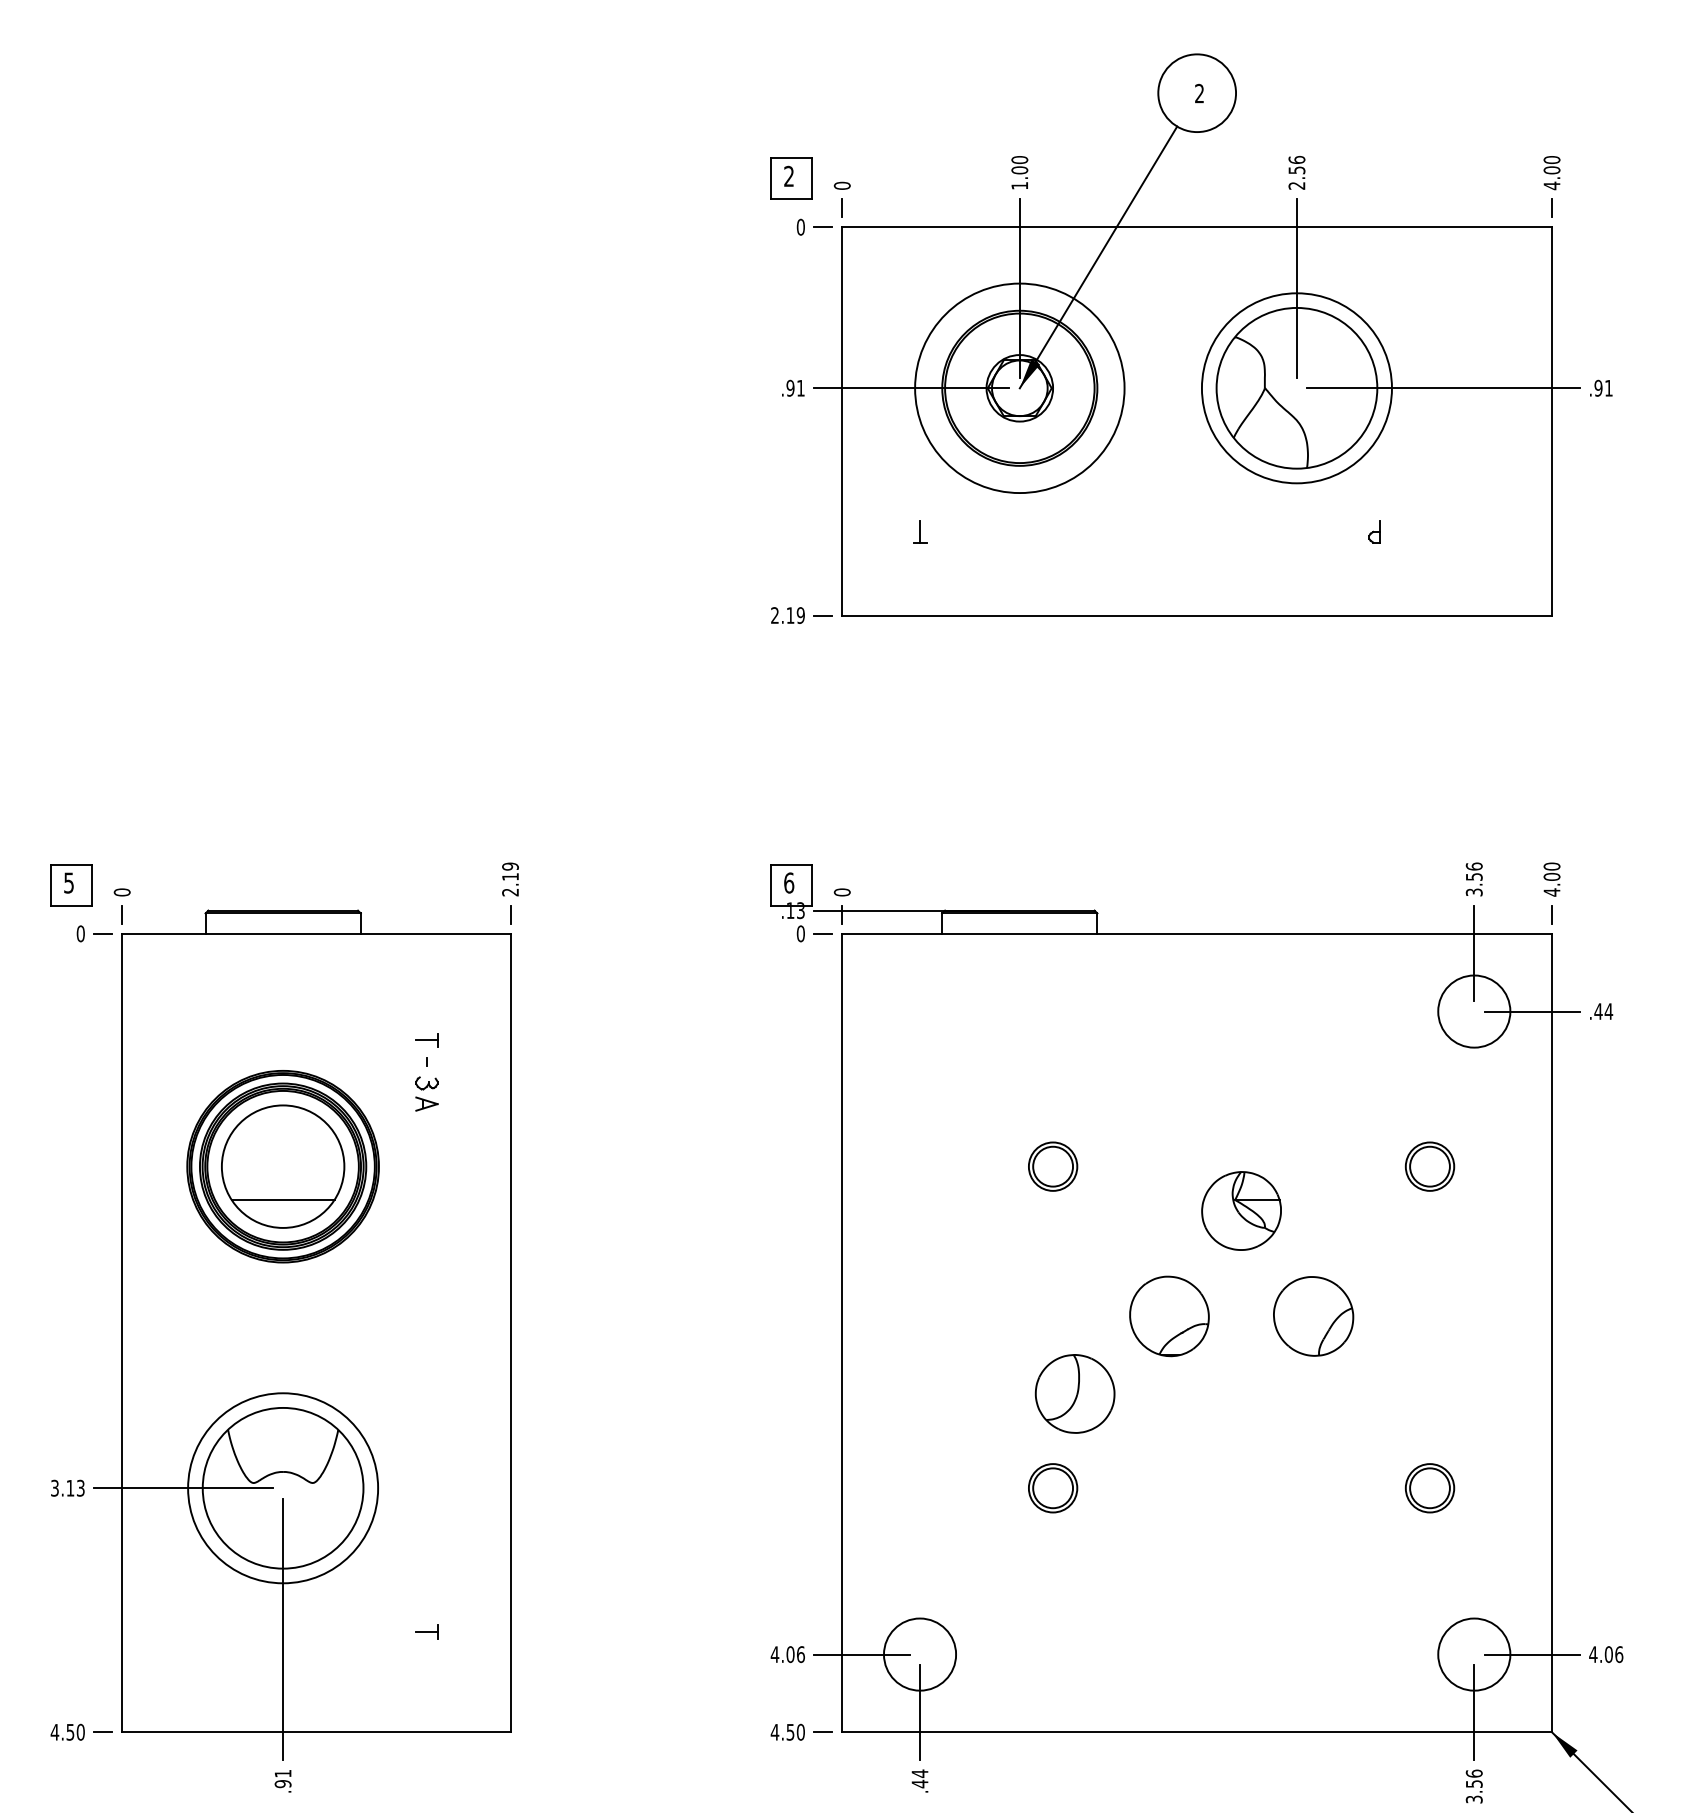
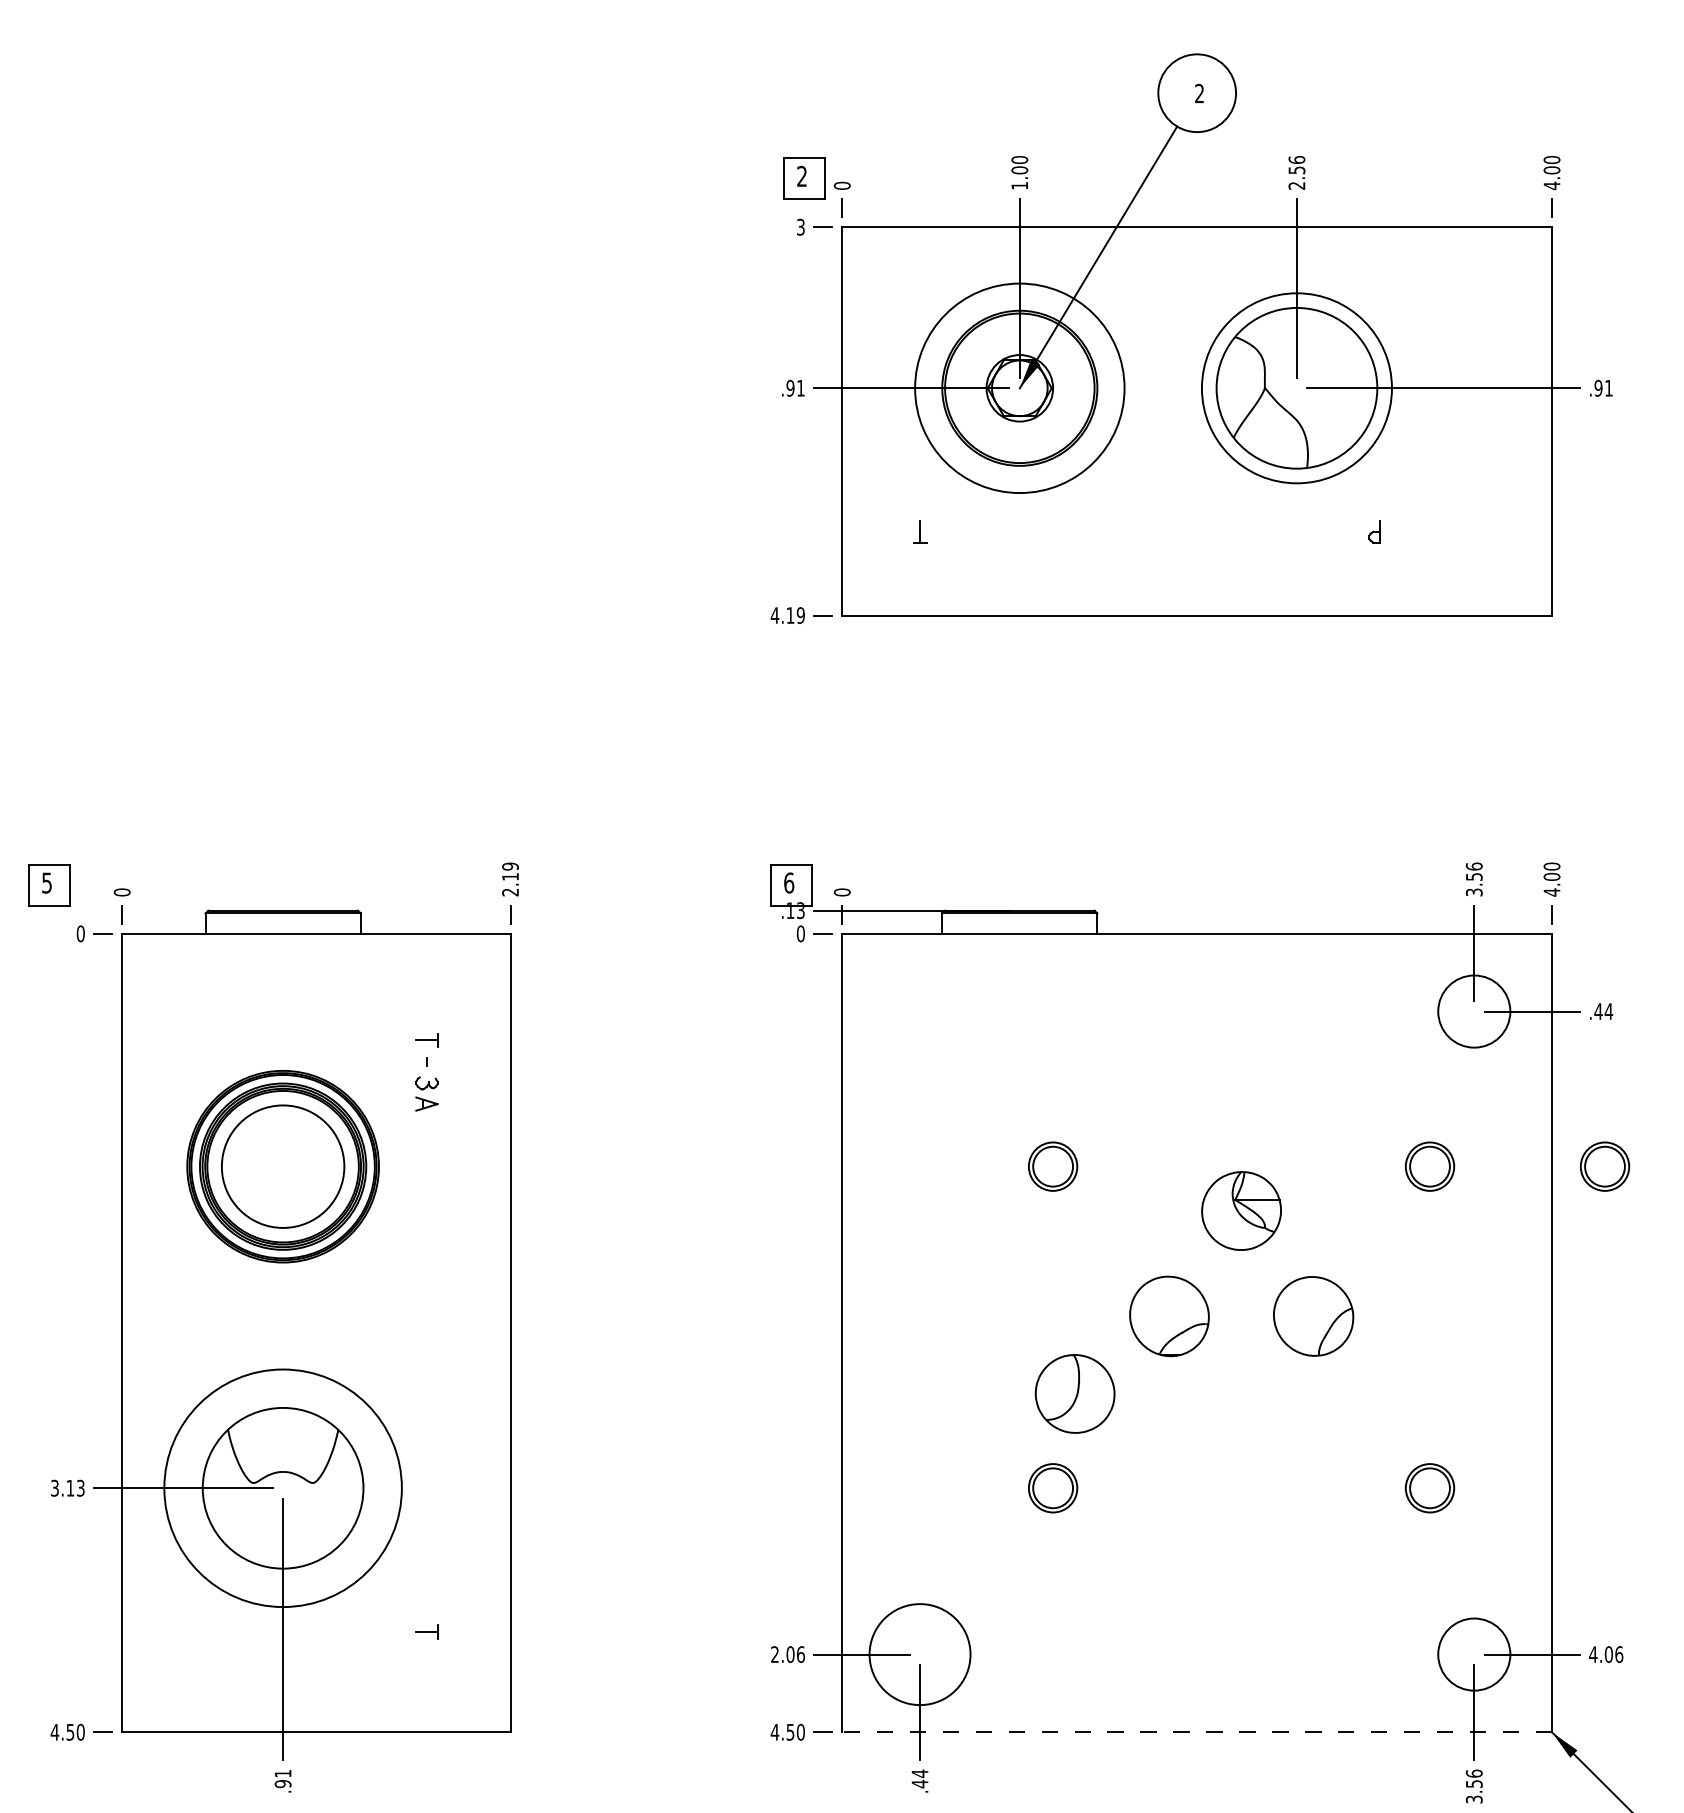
part at (791, 178) position: (791, 178) -> (804, 178)
text at (800, 226): 0 -> 3
text at (774, 615): 2.19 -> 4.19
part at (71, 885) position: (71, 885) -> (49, 885)
part at (1604, 1166): none -> present
line at (282, 1199): present -> none
circle at (283, 1488) diameter: 190 px -> 238 px
text at (774, 1654): 4.06 -> 2.06
circle at (919, 1654) diameter: 72 px -> 101 px
line at (1197, 1732): solid -> dashed
